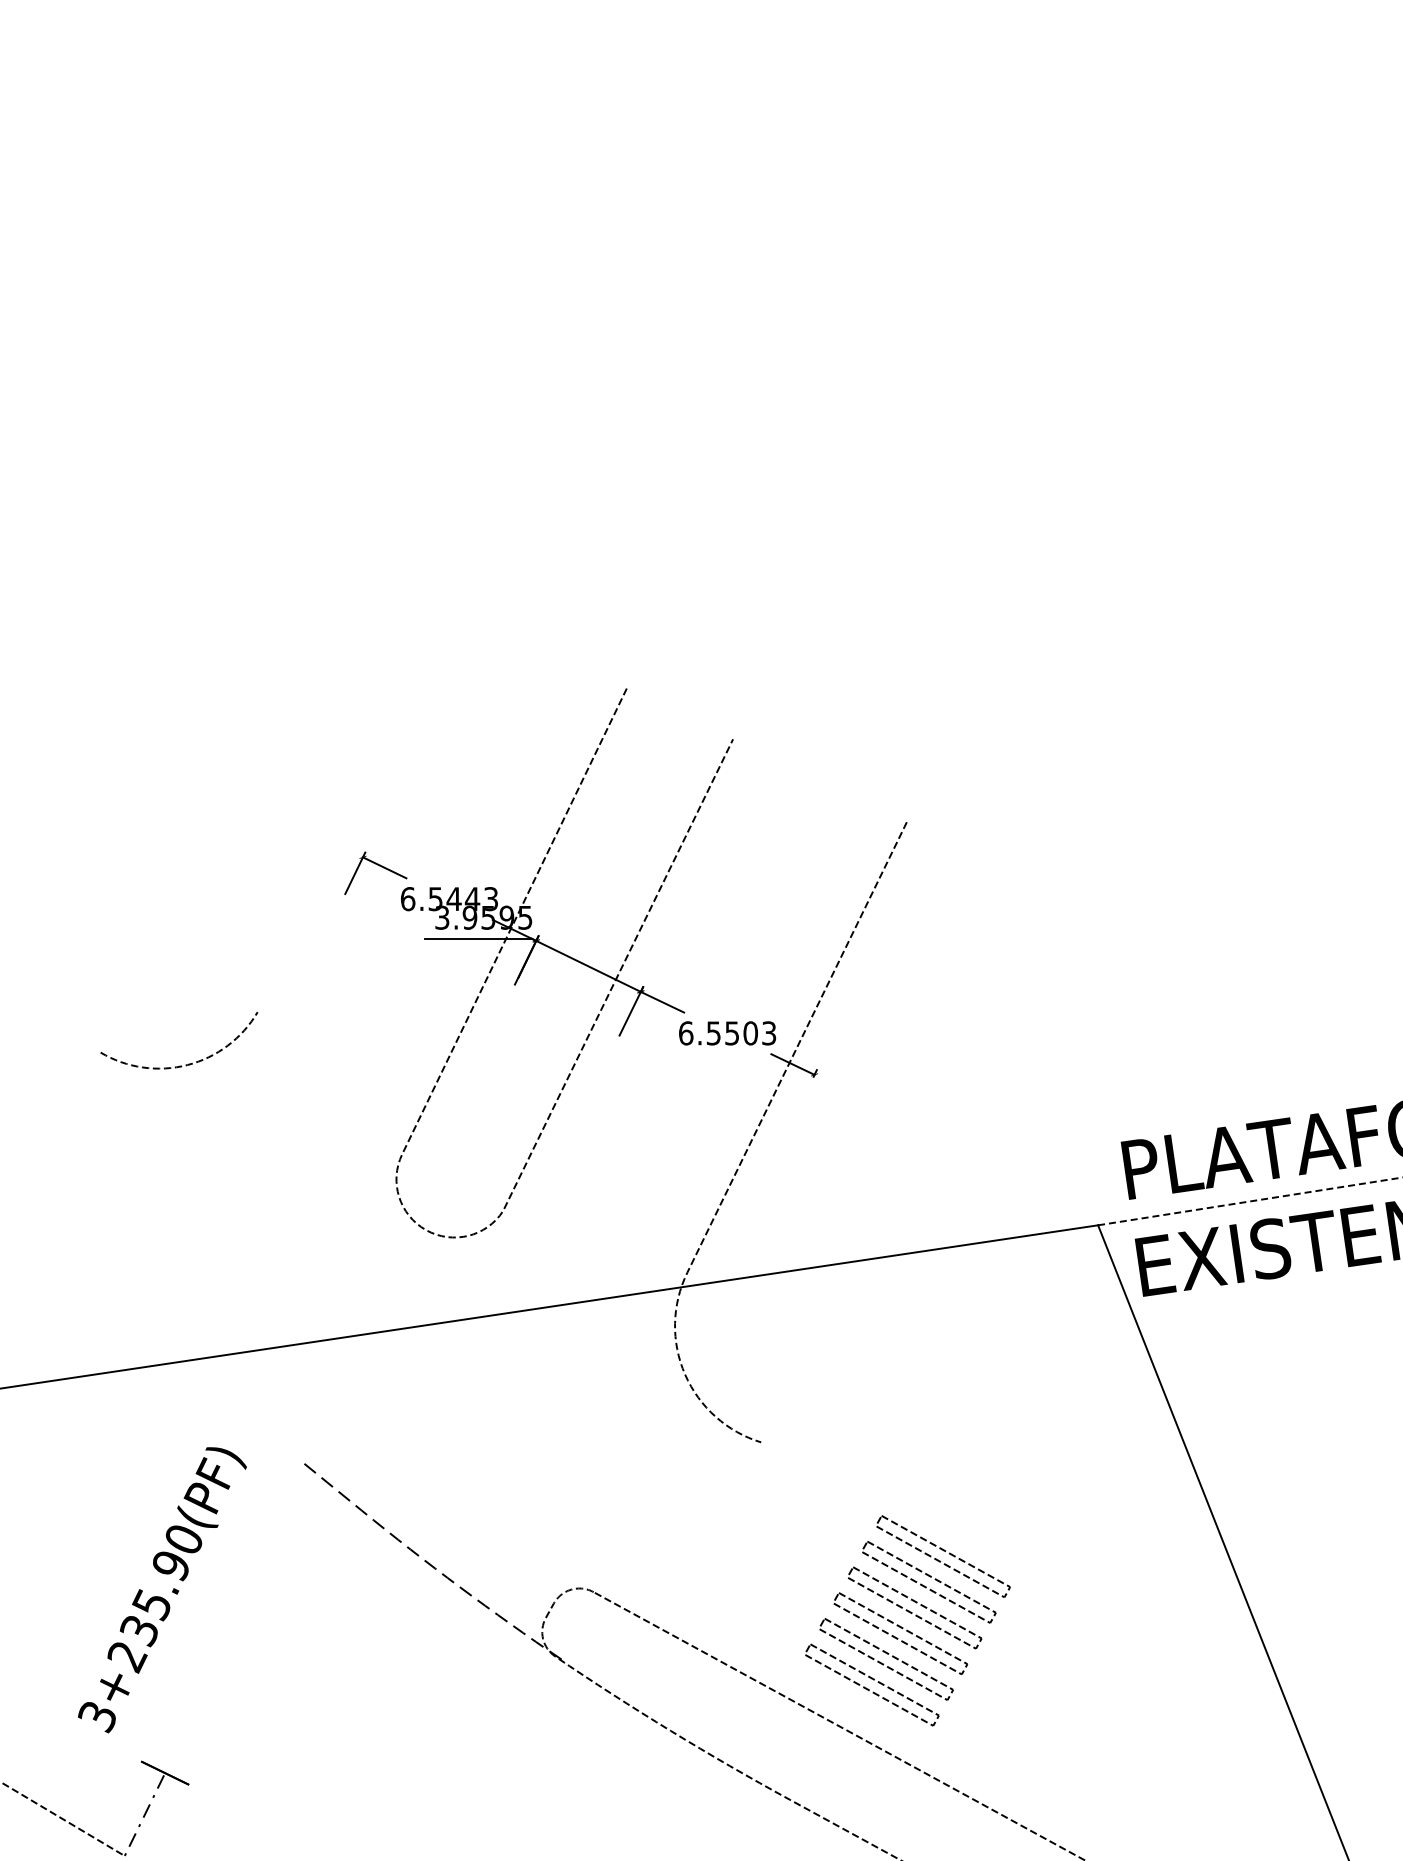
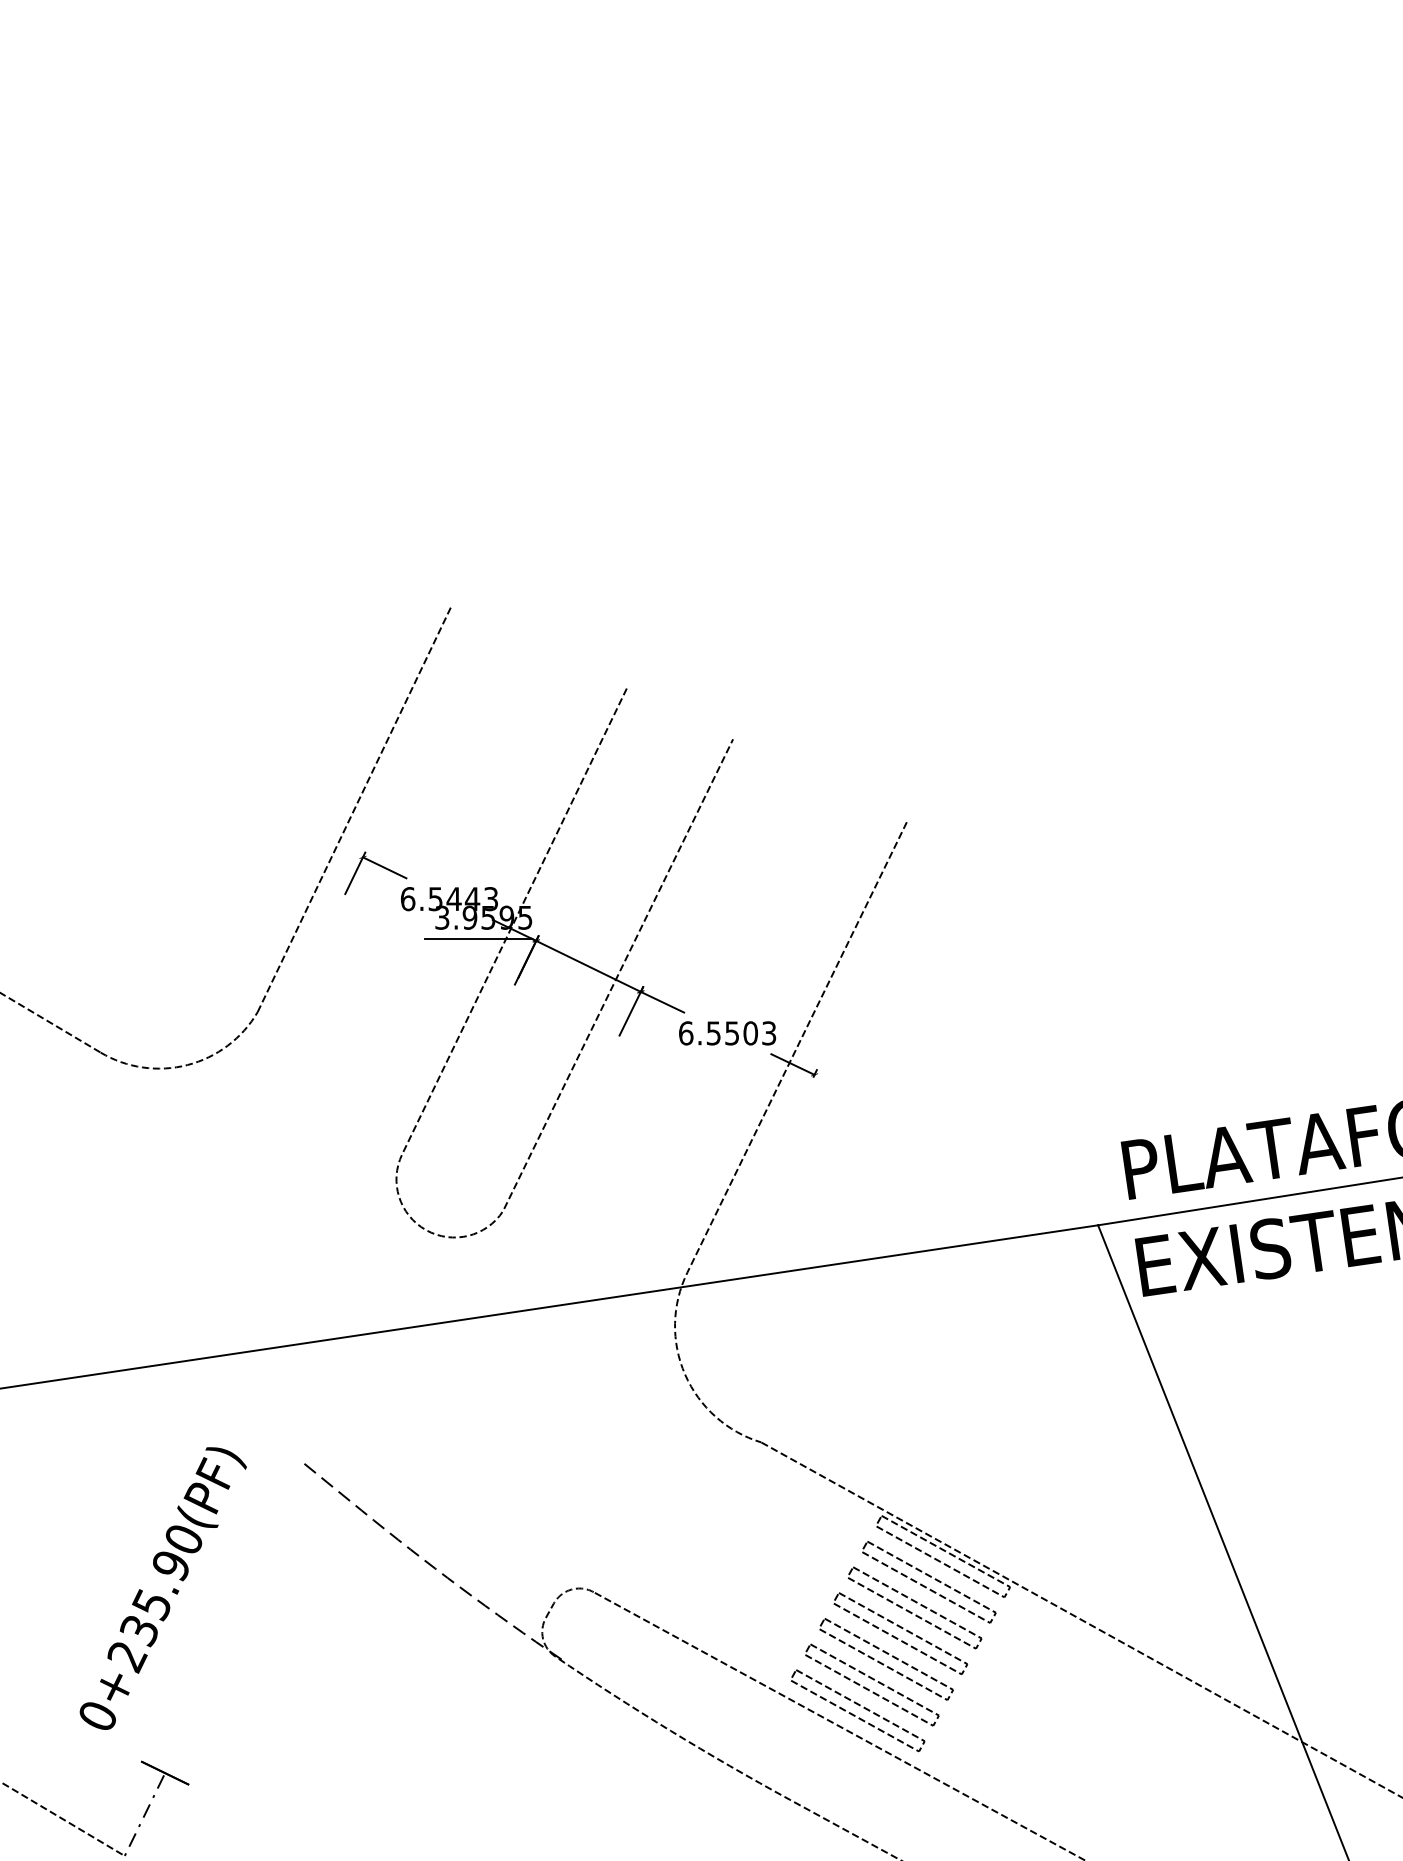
line at (354, 808): none -> present
line at (51, 1023): none -> present
line at (1250, 1201): dashed -> solid
line at (1080, 1618): none -> present
part at (858, 1710): none -> present
text at (96, 1717): 3+235.90(PF) -> 0+235.90(PF)
